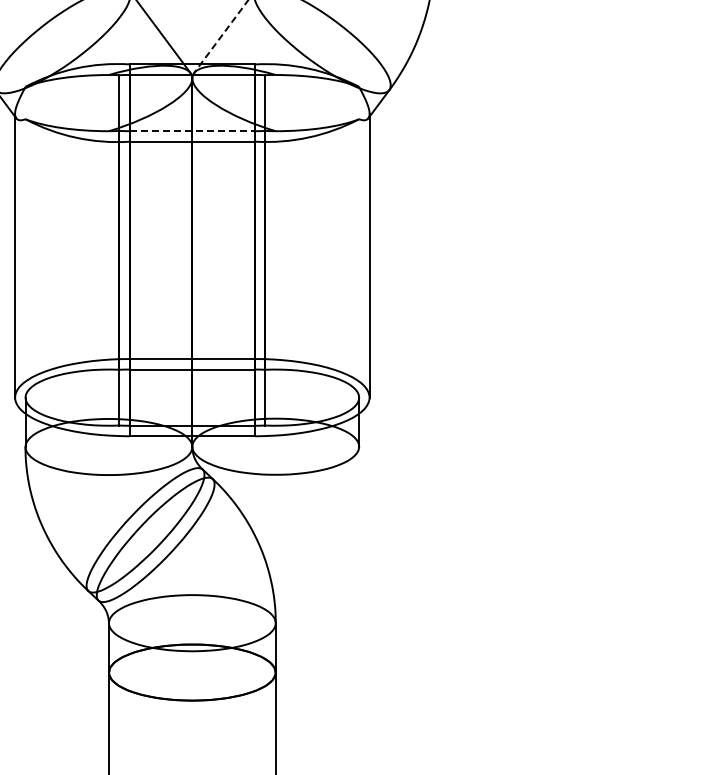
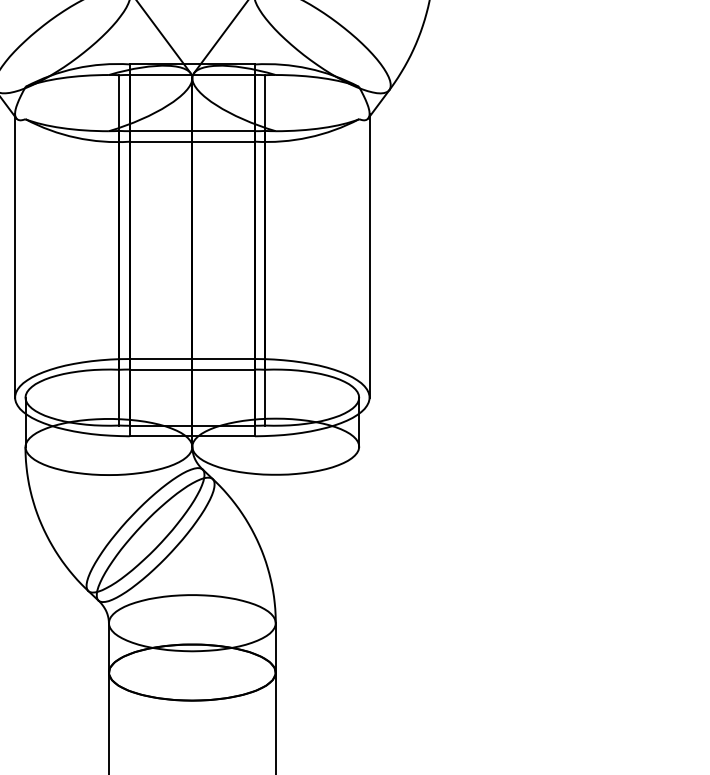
line at (221, 36): dashed -> solid
line at (192, 131): dashed -> solid
